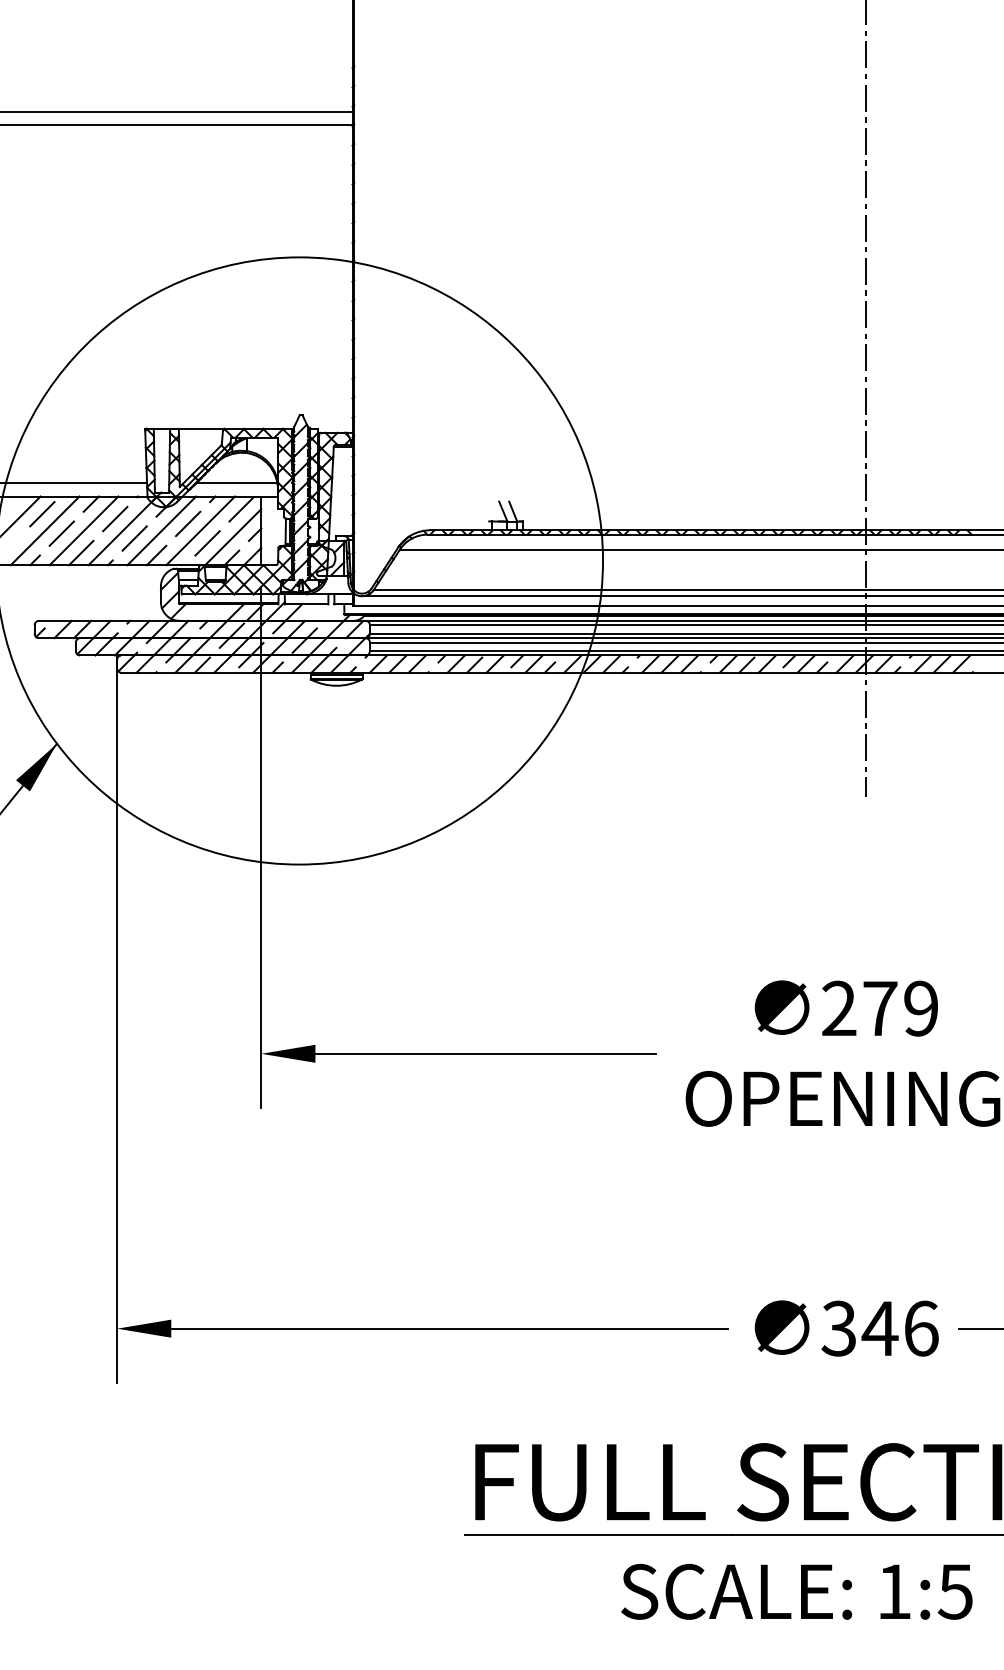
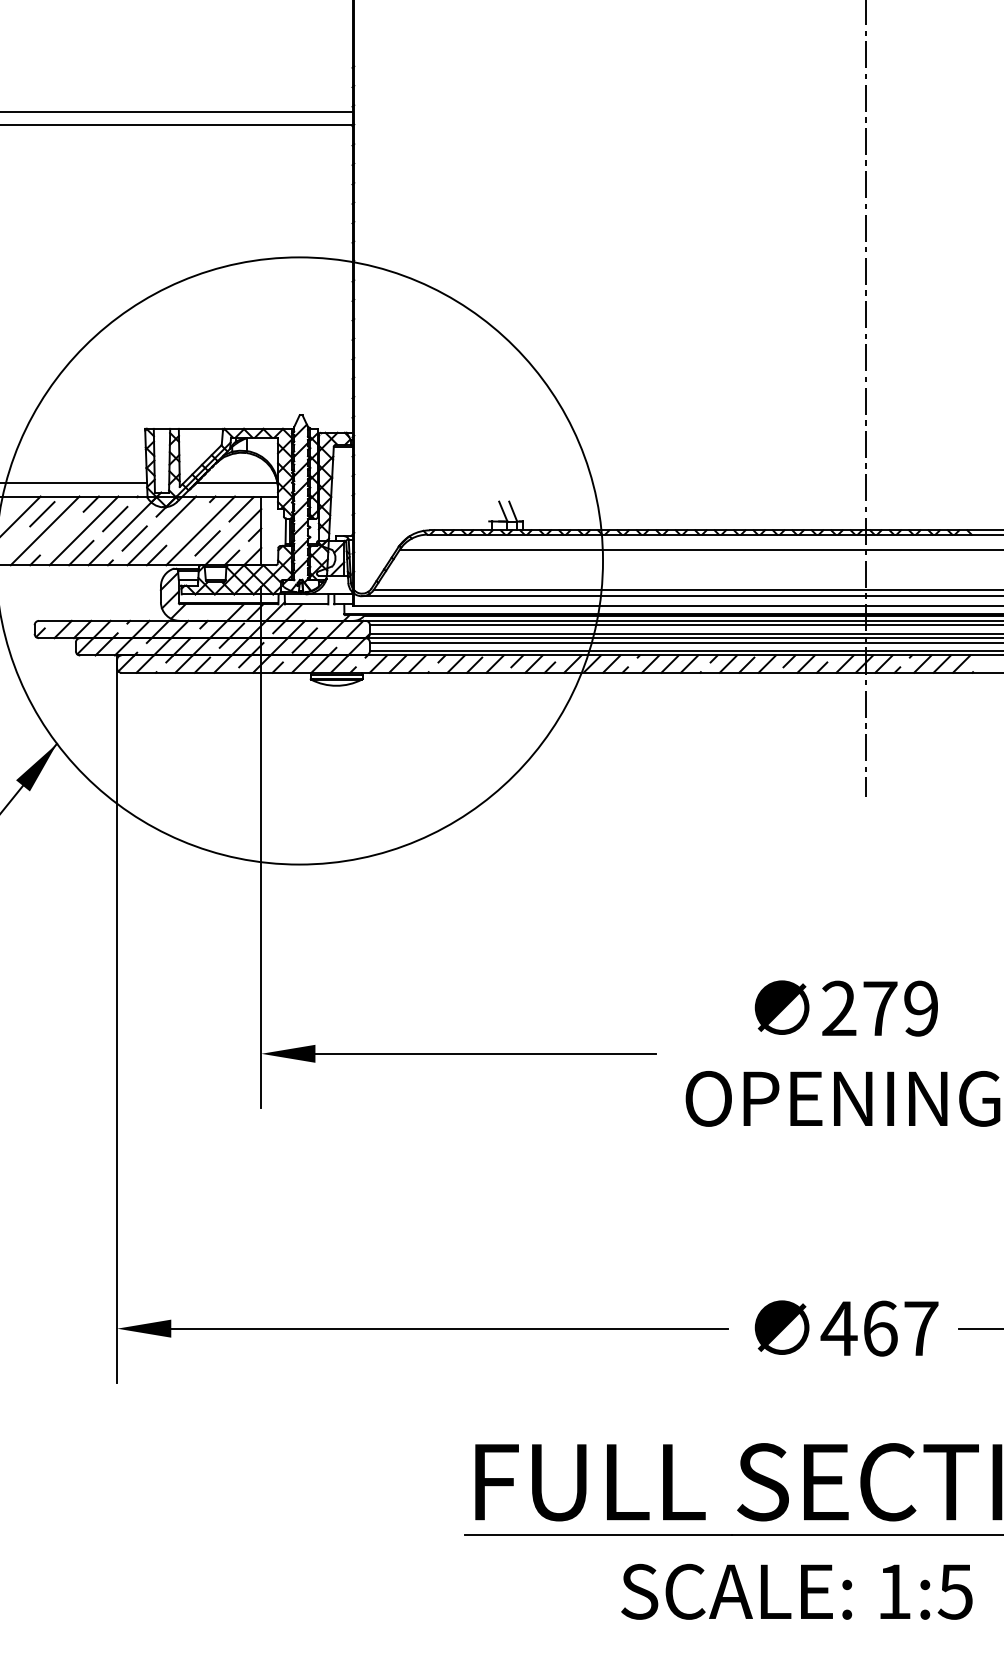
line at (188, 523): present -> none
line at (61, 533): present -> none
text at (879, 1328): 346 -> 467
